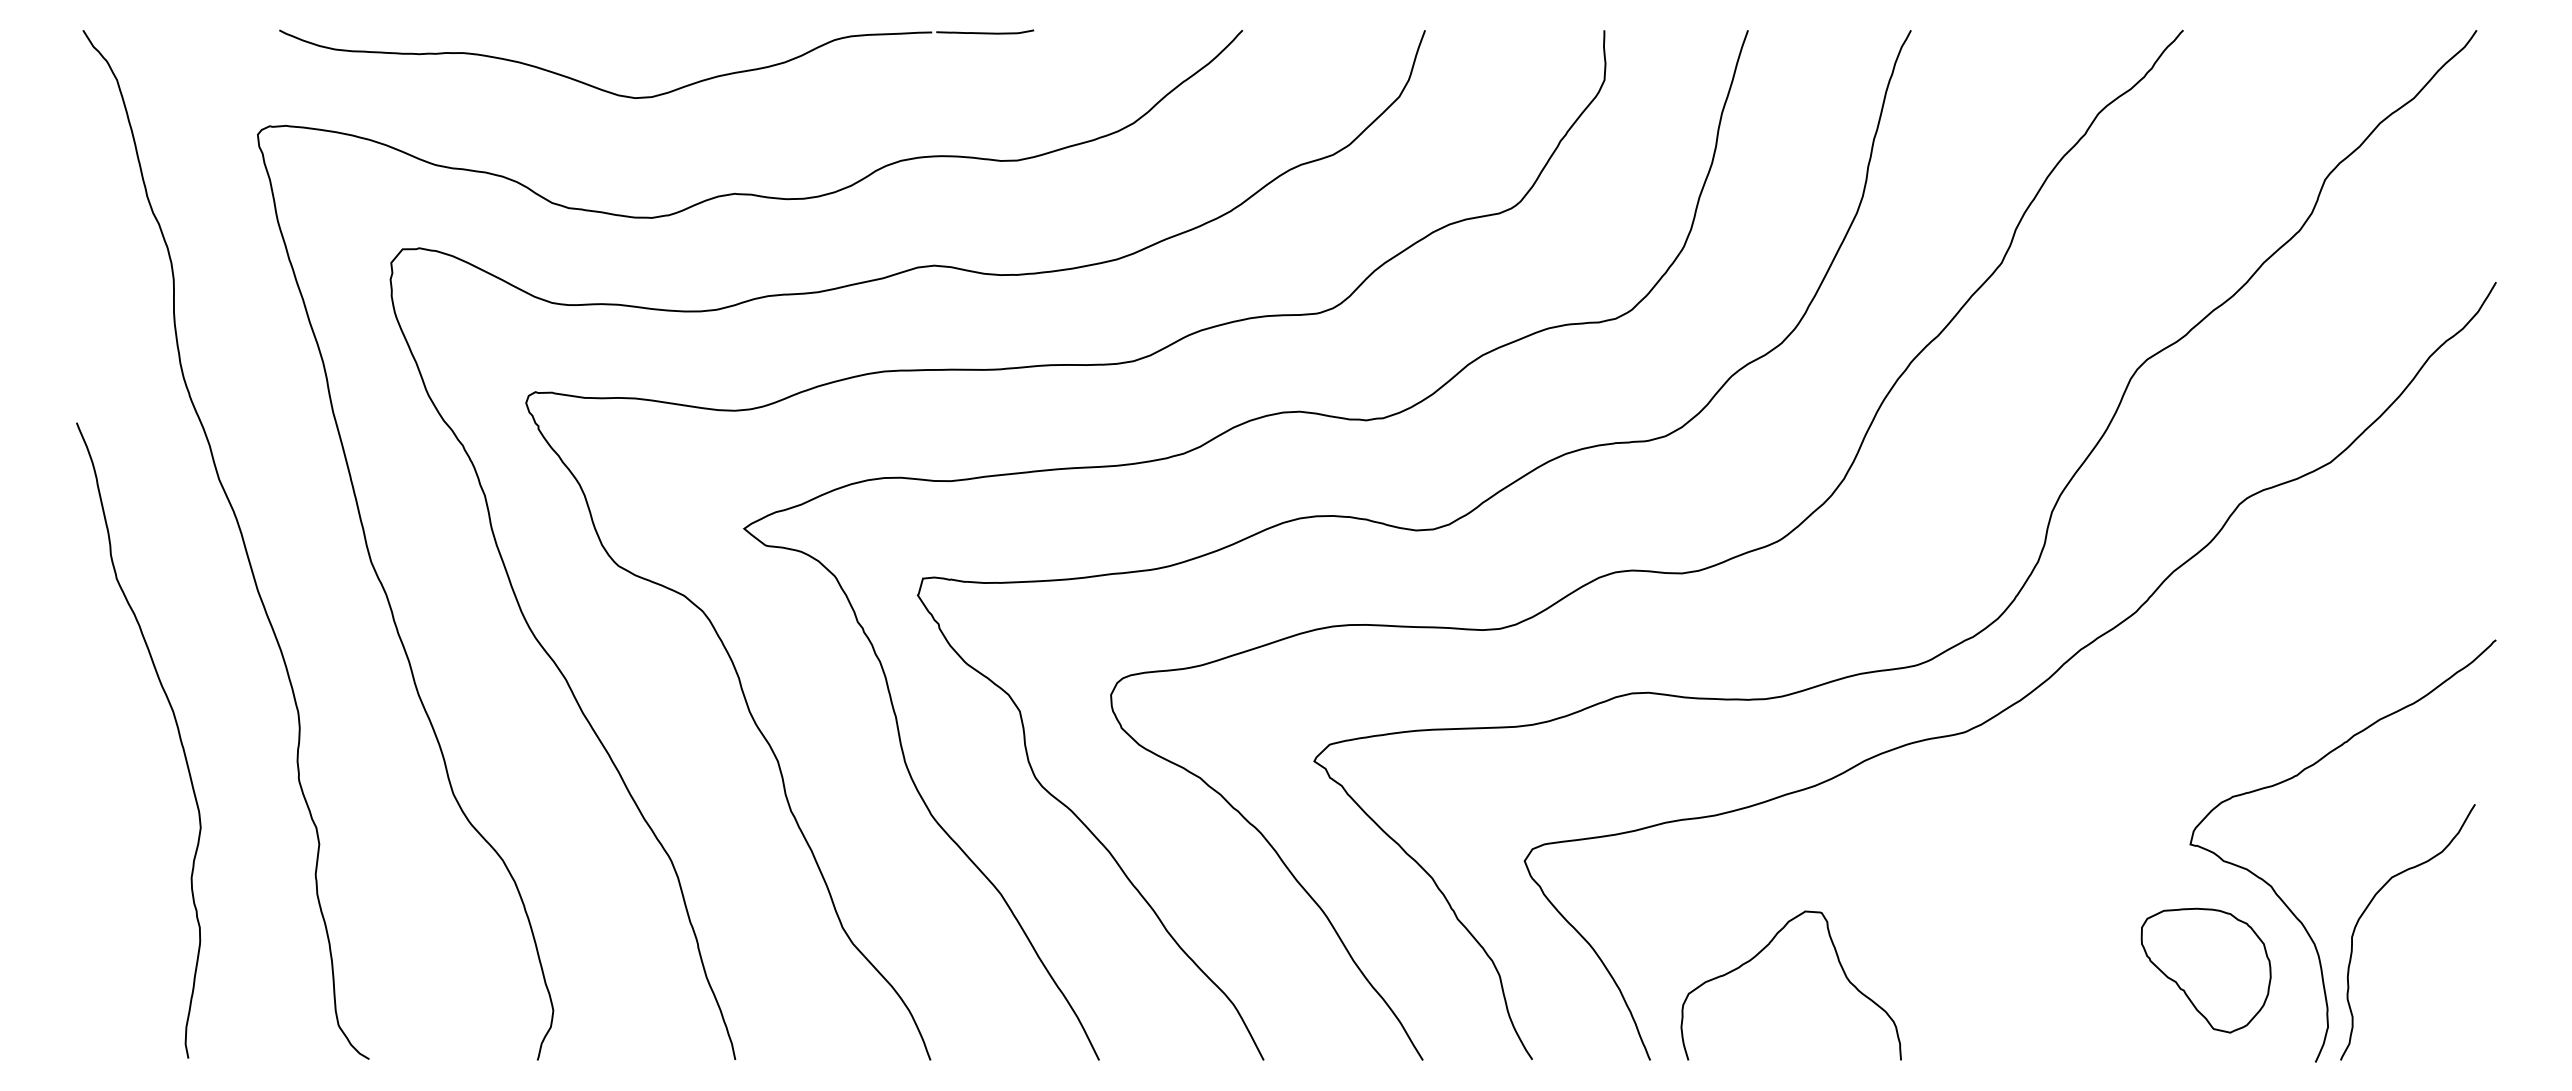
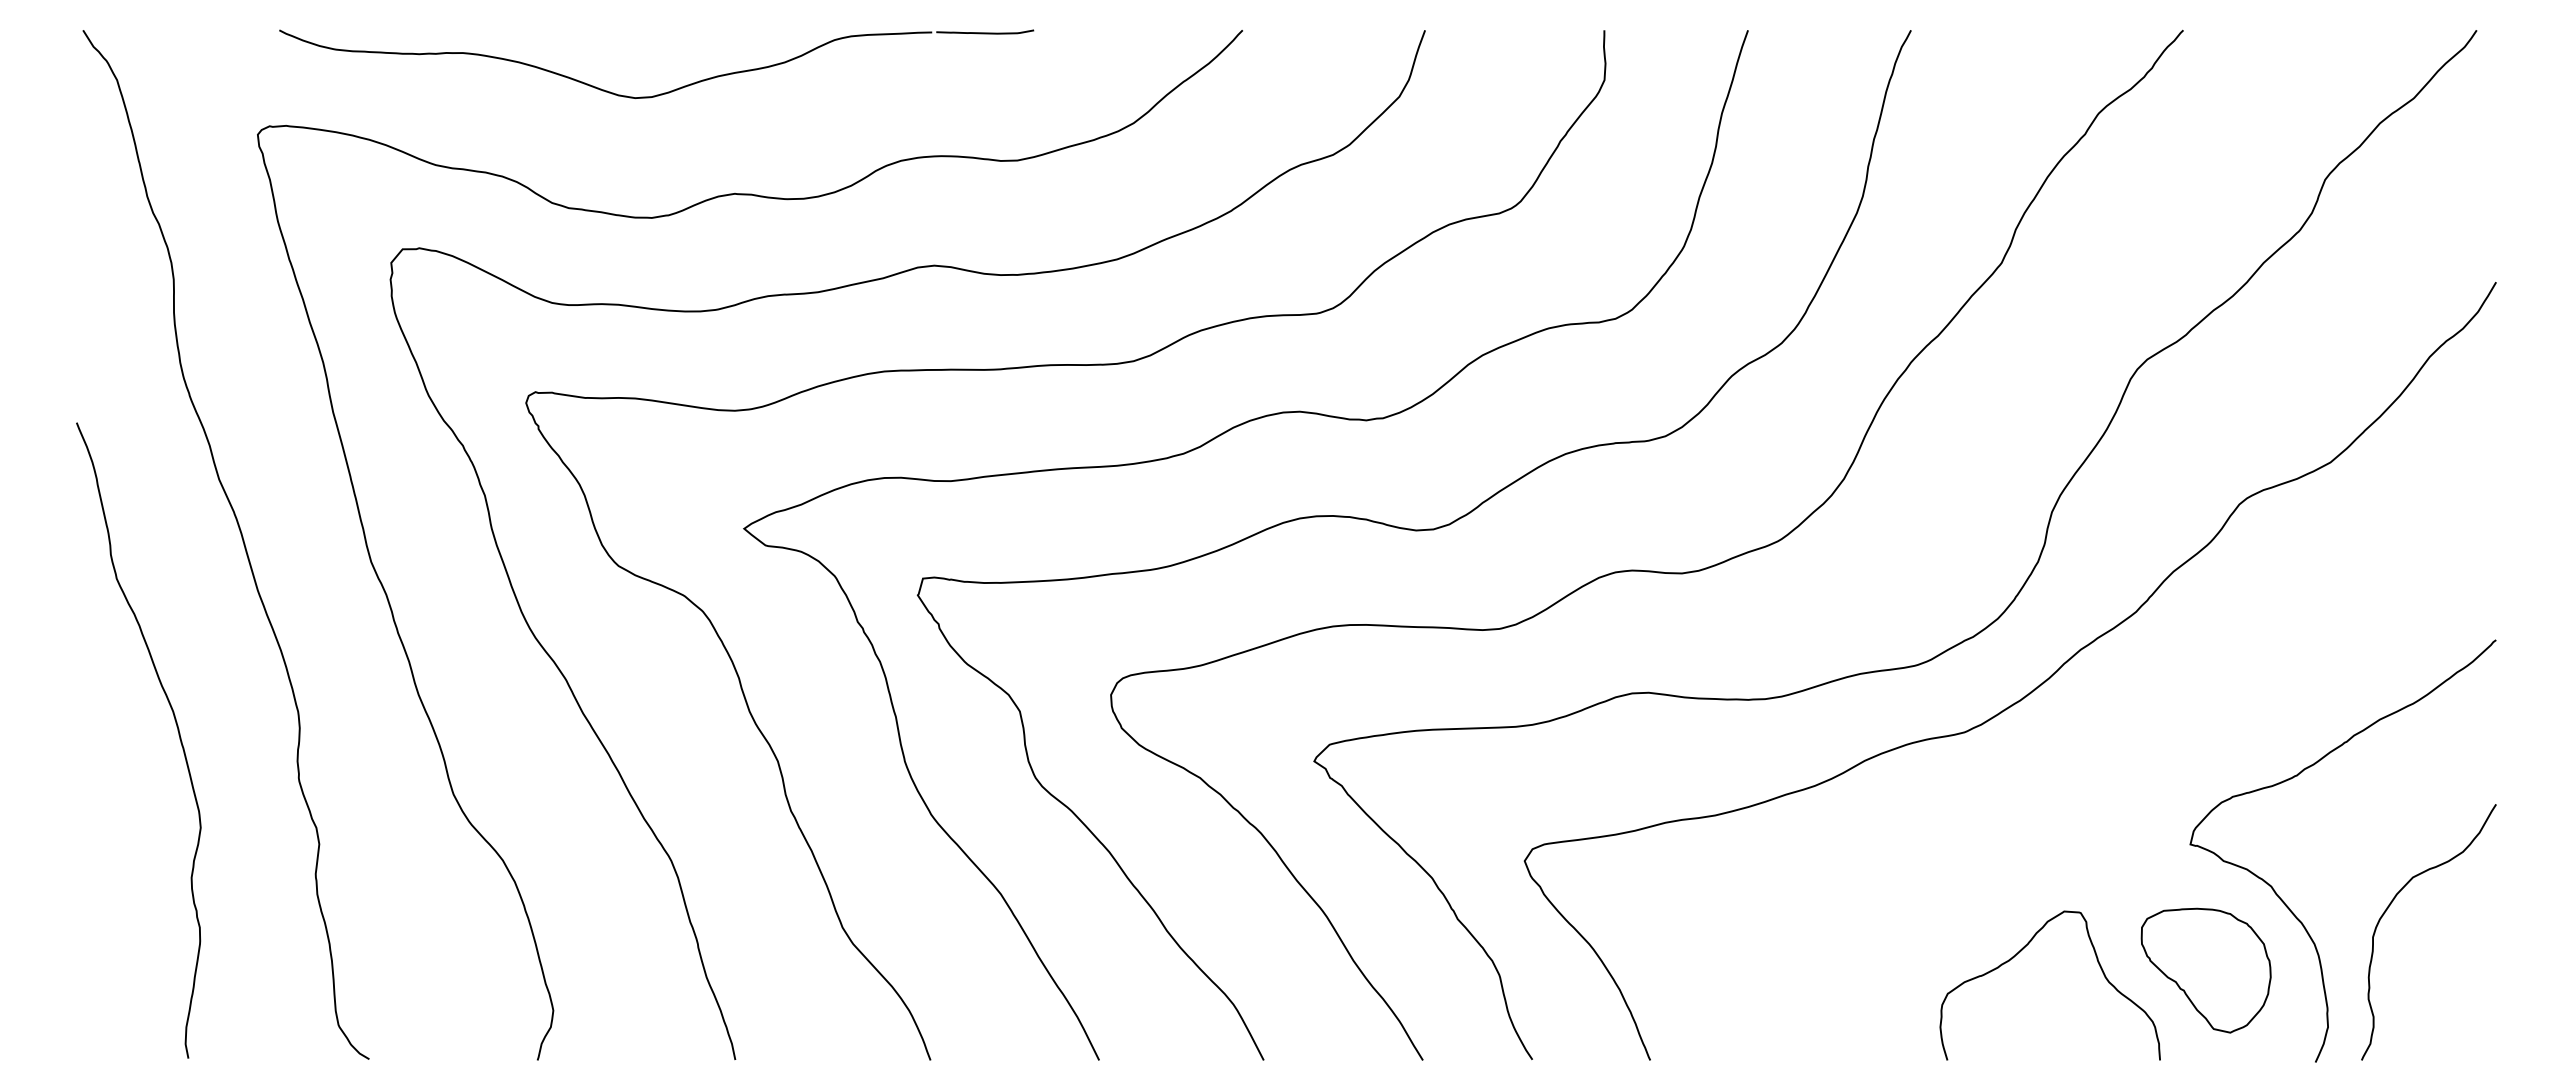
curve at (2368, 907) position: (2368, 907) -> (2389, 907)
curve at (1760, 953) position: (1760, 953) -> (2019, 953)
